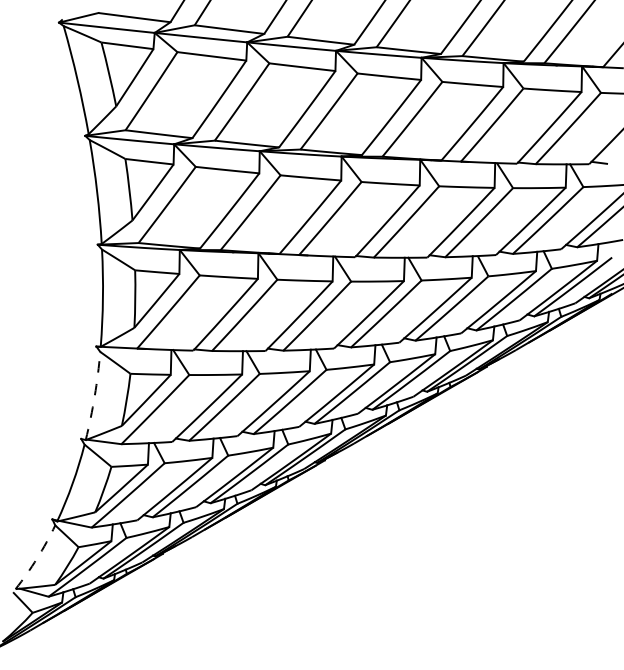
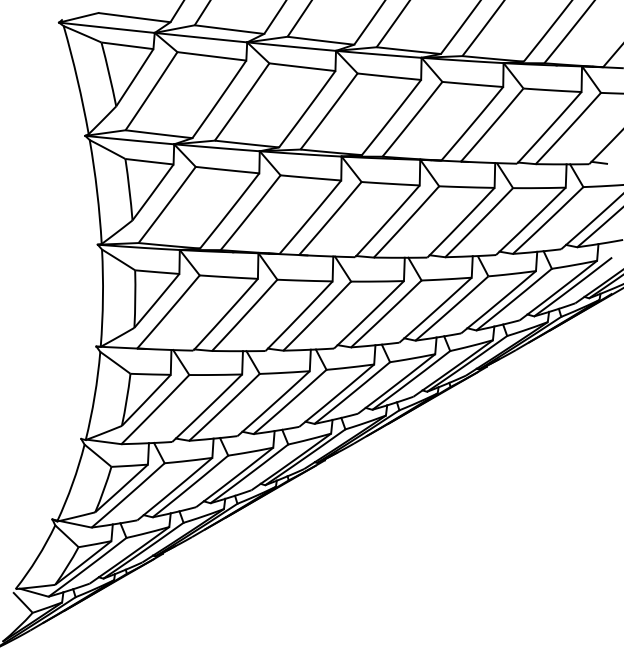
arc at (94, 396): dashed -> solid
arc at (37, 558): dashed -> solid
